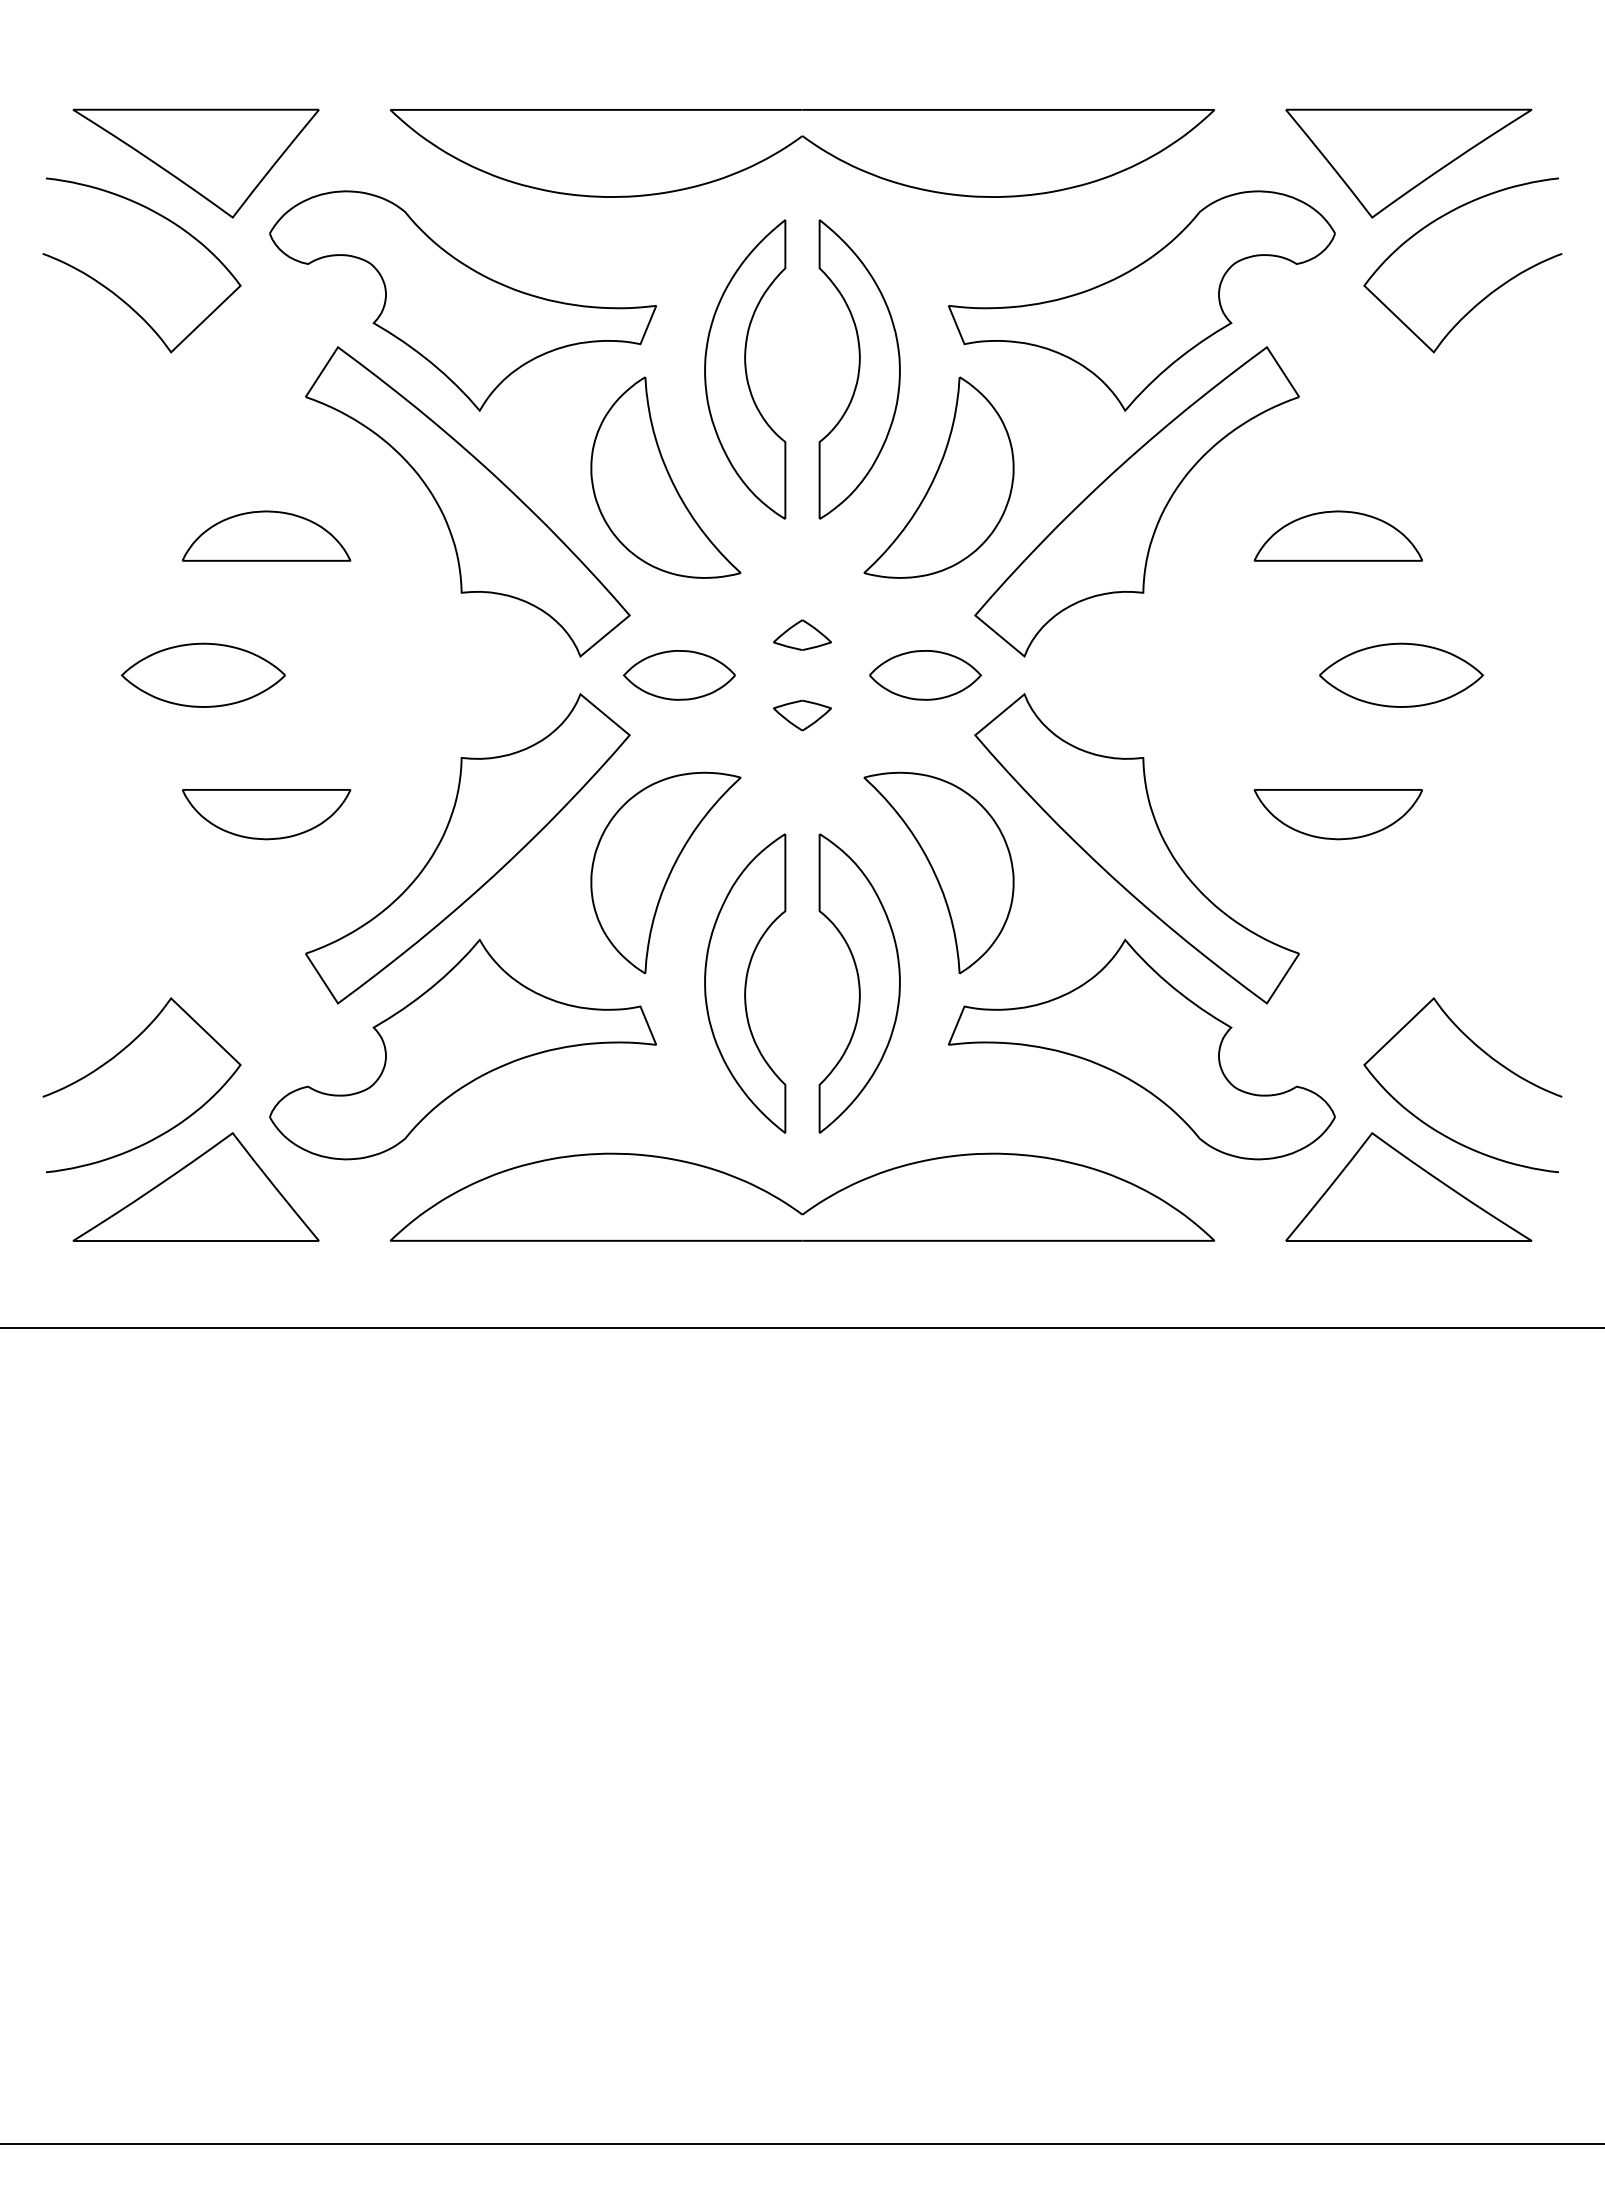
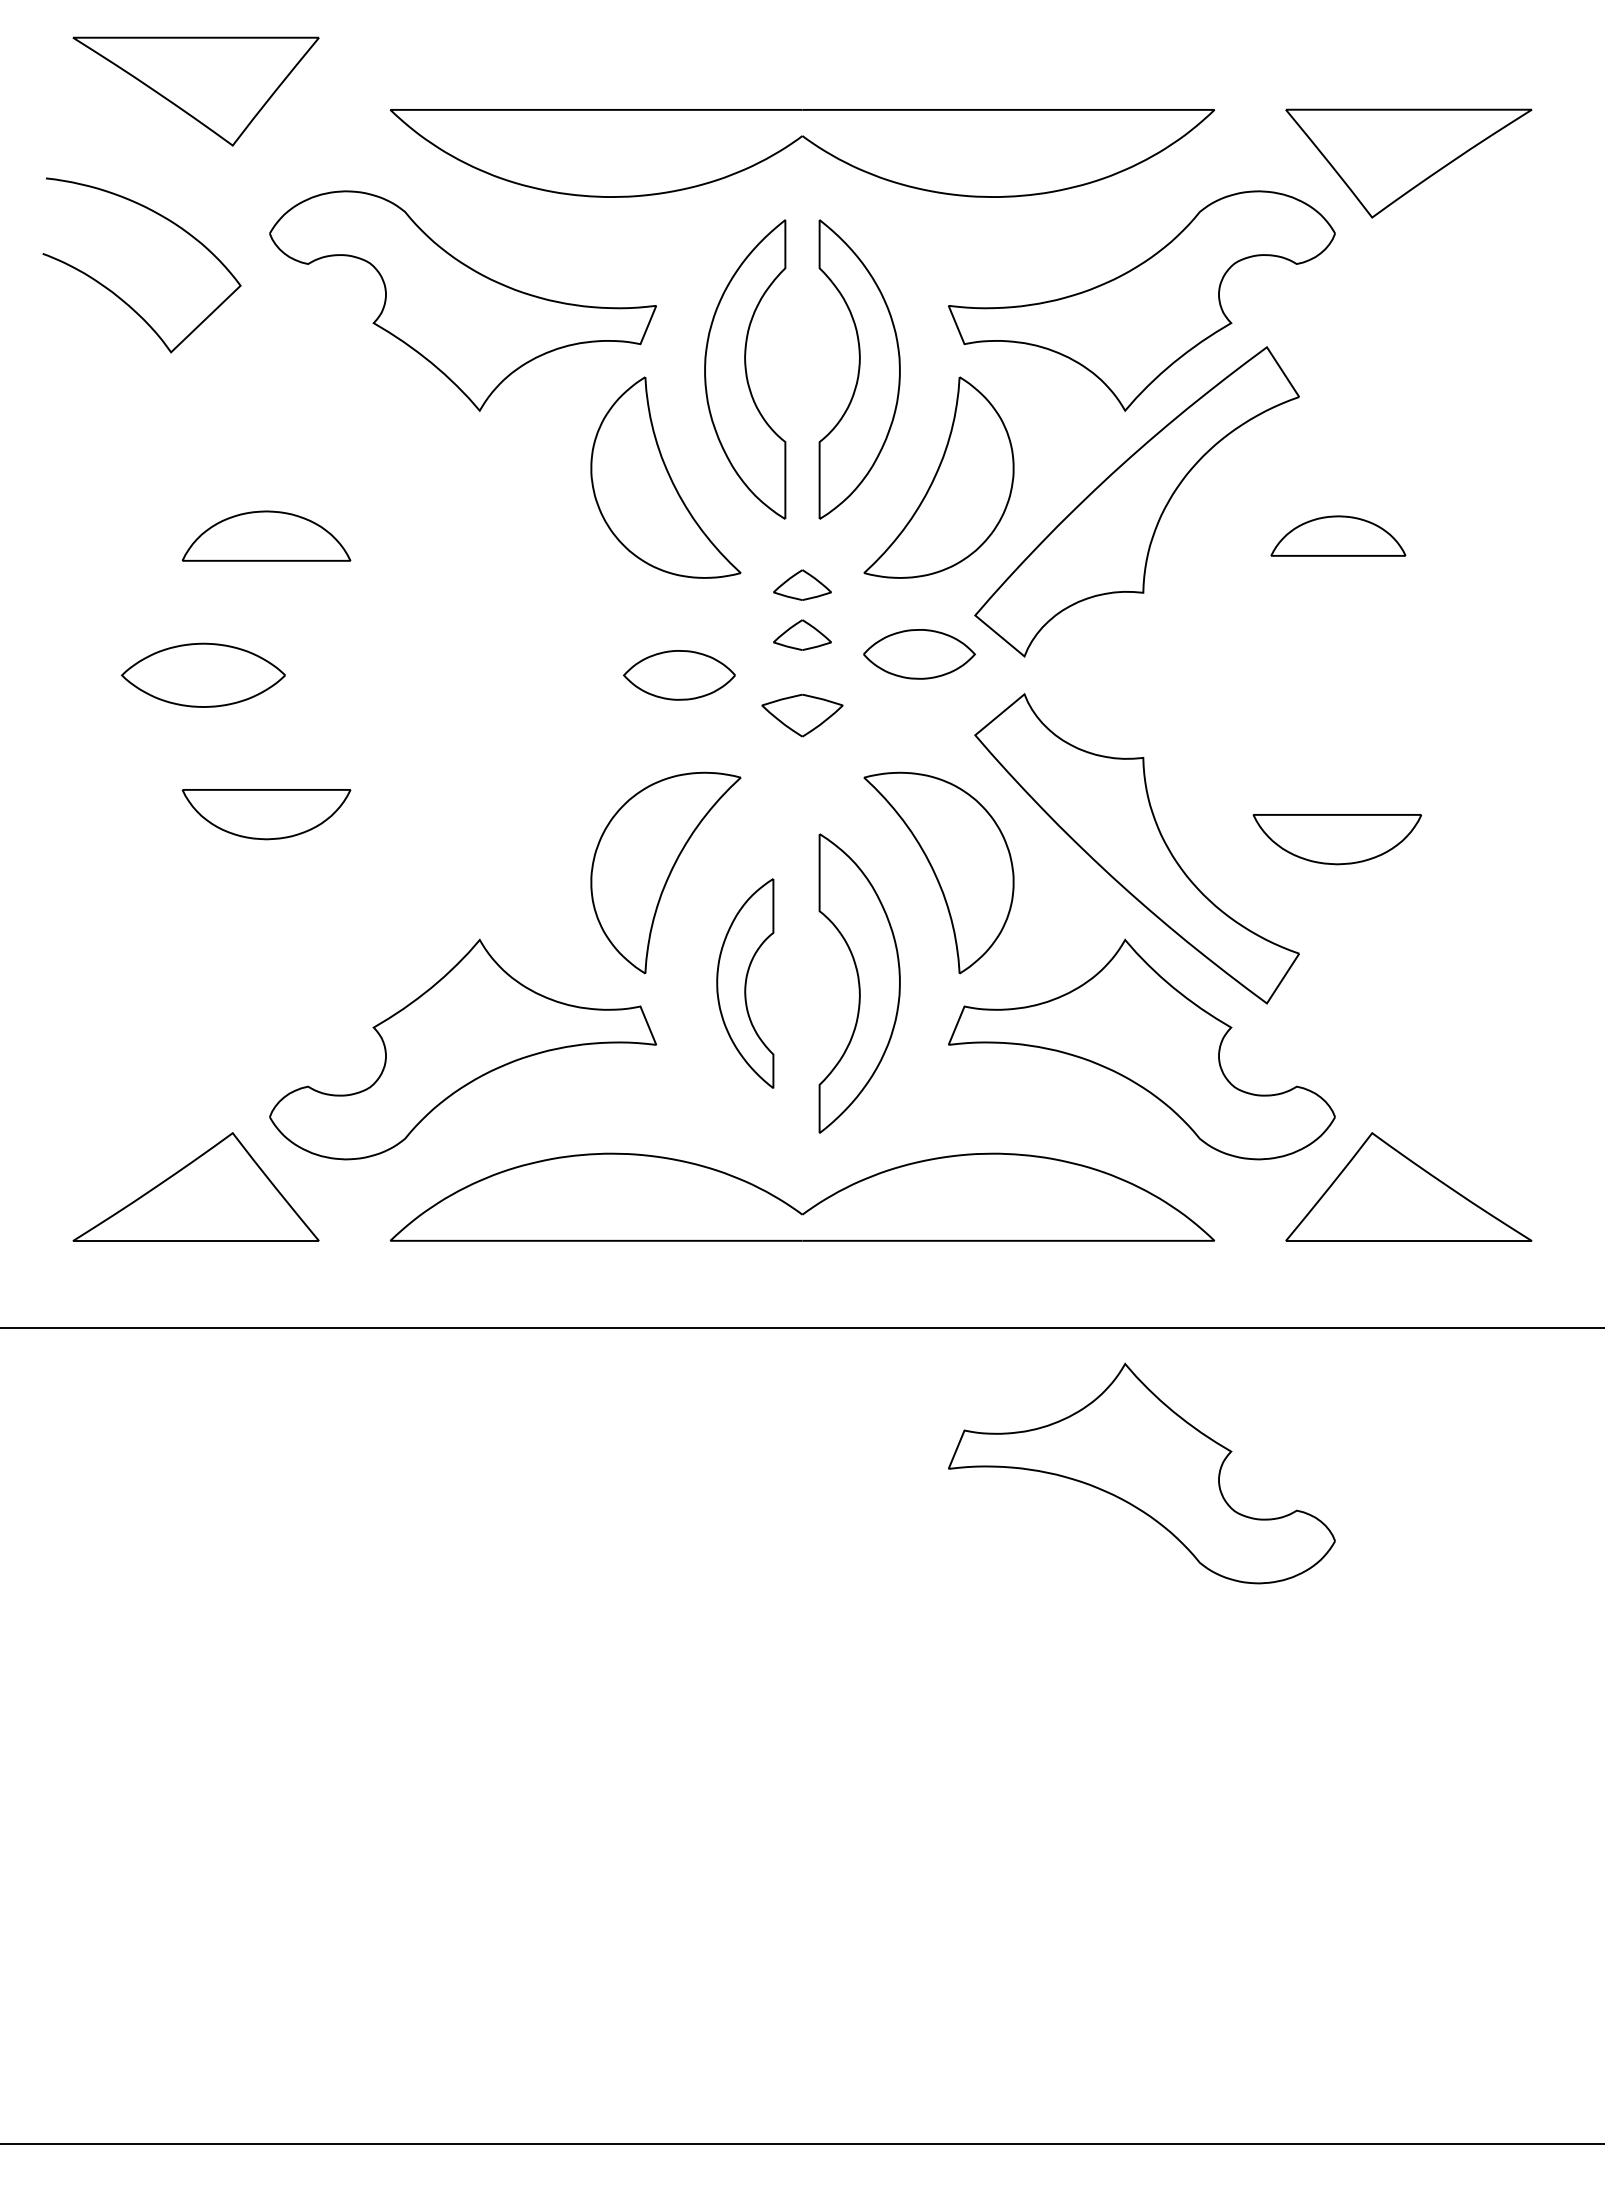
part at (195, 163) position: (195, 163) -> (195, 91)
curve at (1486, 295): present -> none
part at (467, 501): present -> none
part at (1338, 535) size: 171x52 px -> 137x42 px
part at (802, 584): none -> present
part at (1401, 674): present -> none
part at (925, 675) position: (925, 675) -> (919, 654)
part at (802, 715) size: 59x33 px -> 83x45 px
part at (1338, 814) position: (1338, 814) -> (1337, 839)
part at (467, 848): present -> none
part at (745, 983) size: 83x301 px -> 59x211 px
curve at (119, 1054): present -> none
curve at (1485, 1054): present -> none
part at (1141, 1473): none -> present
